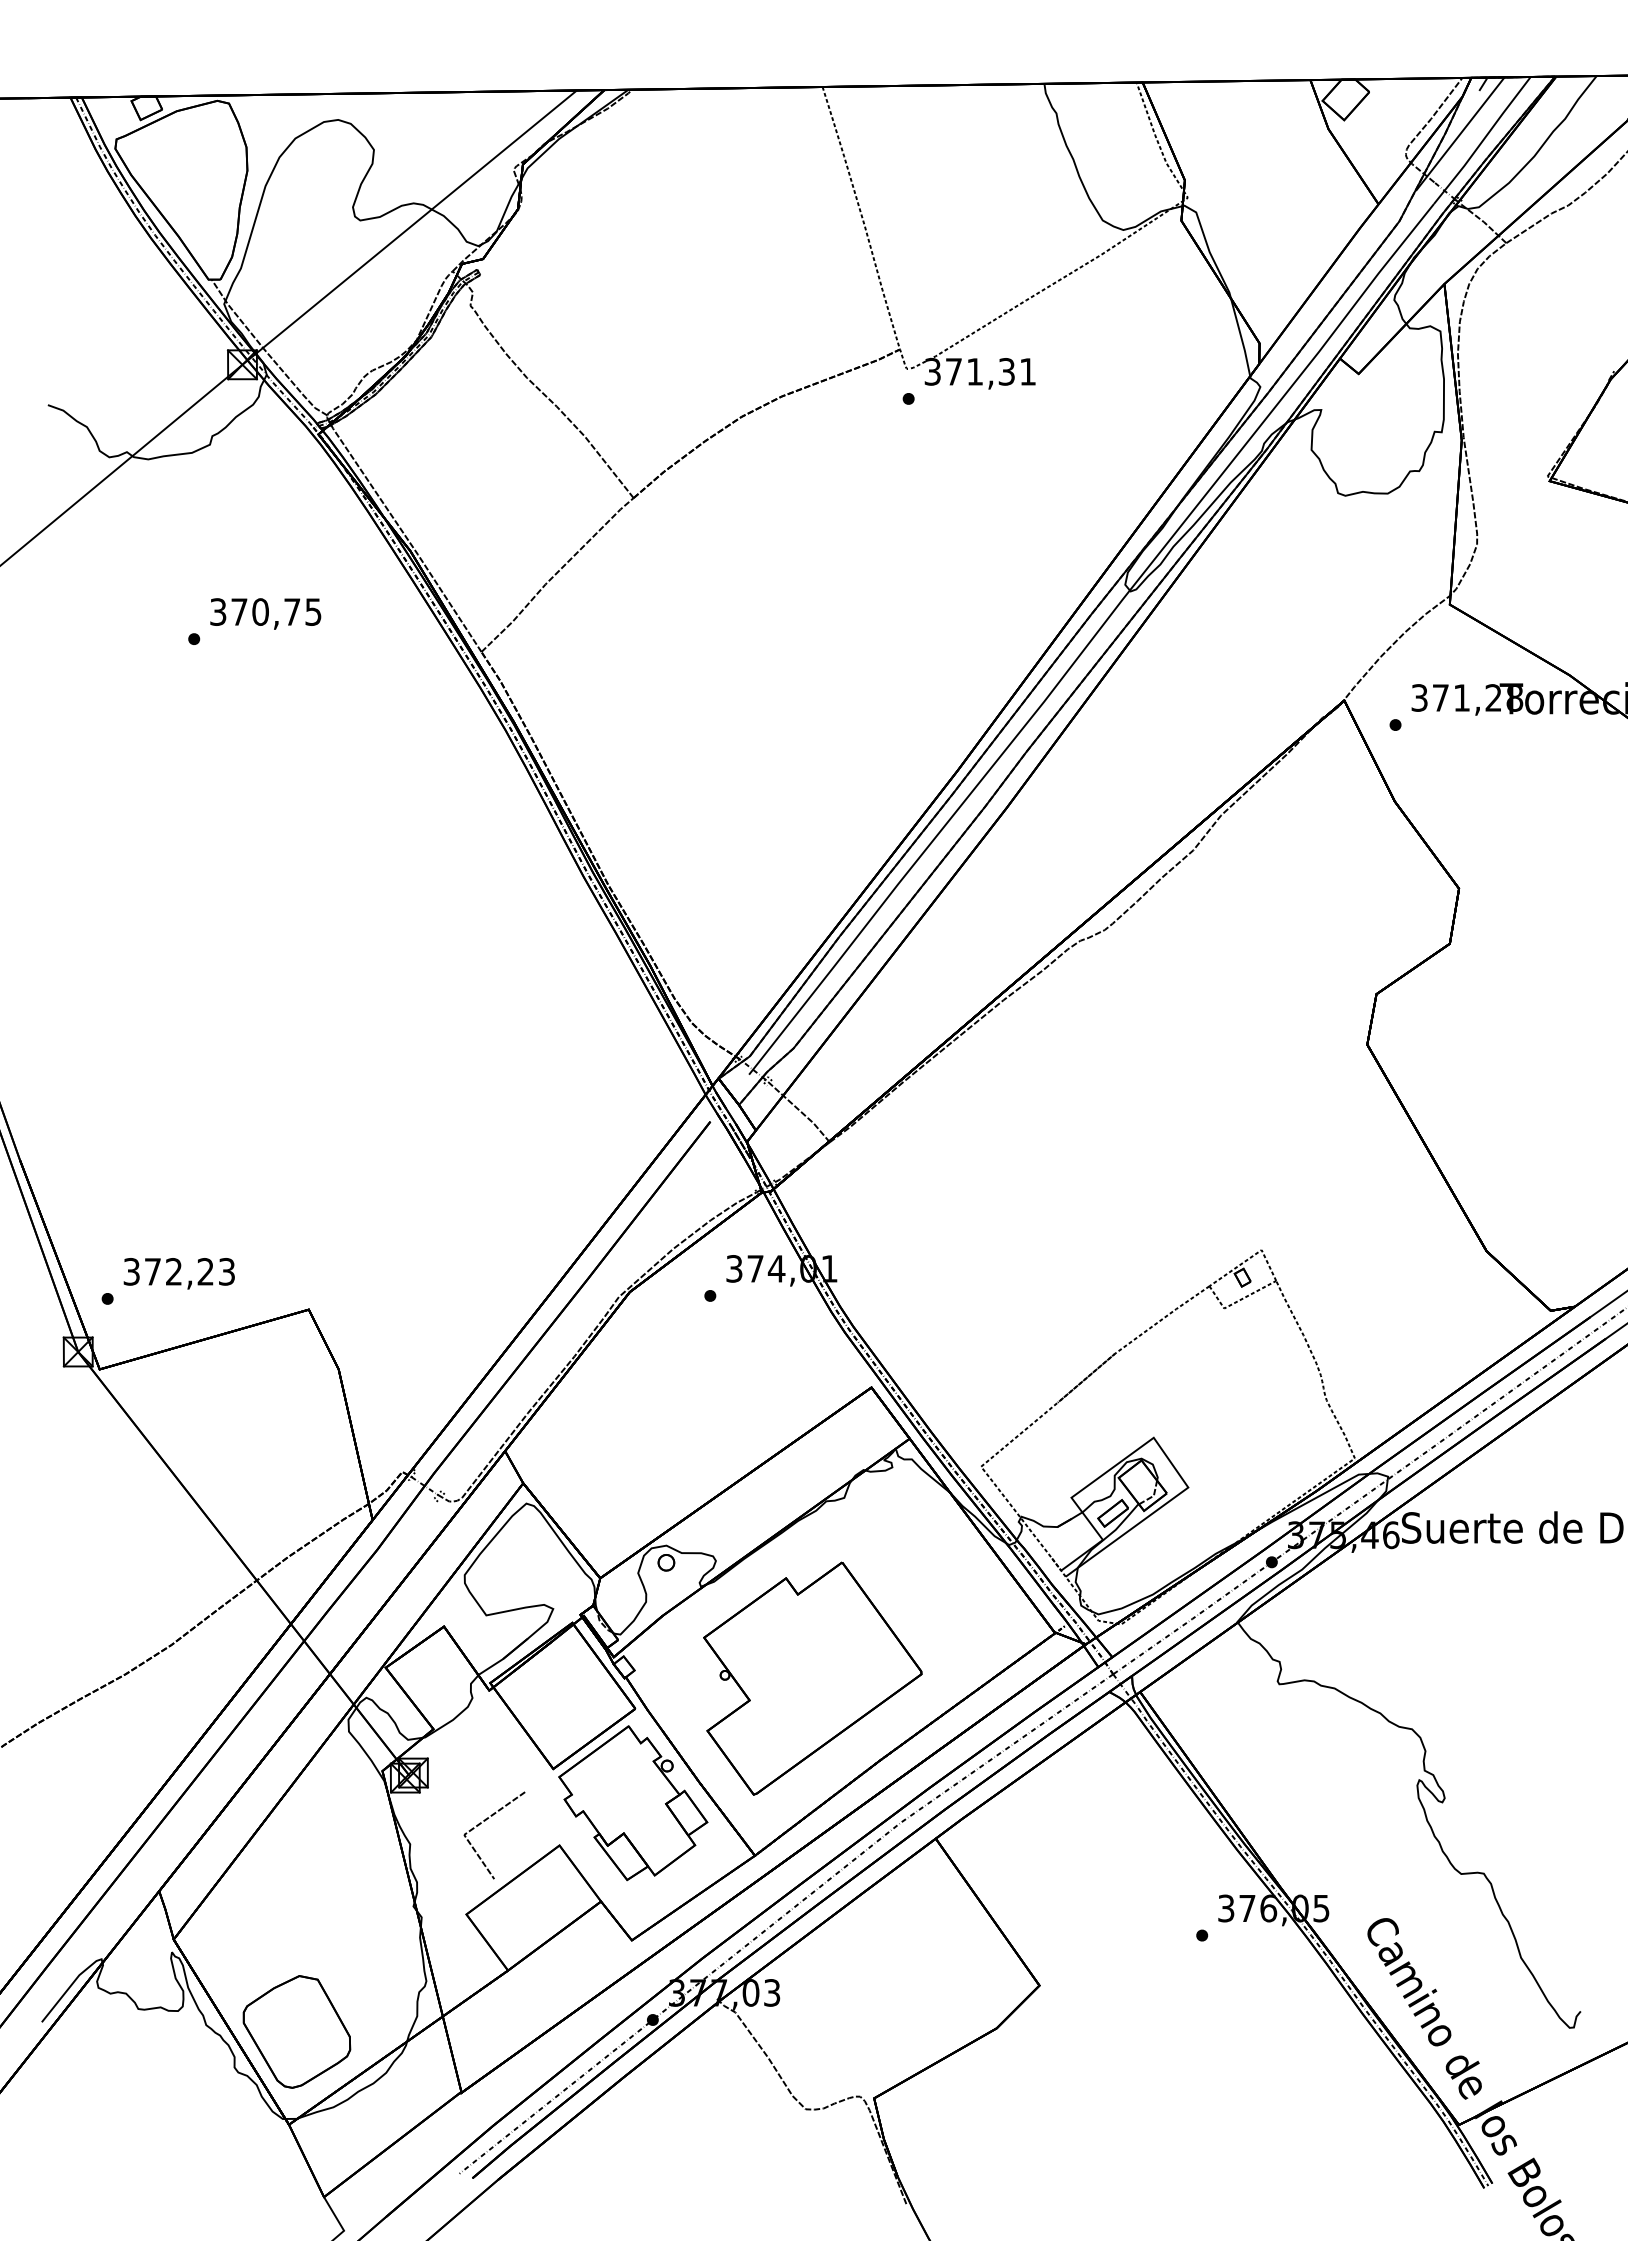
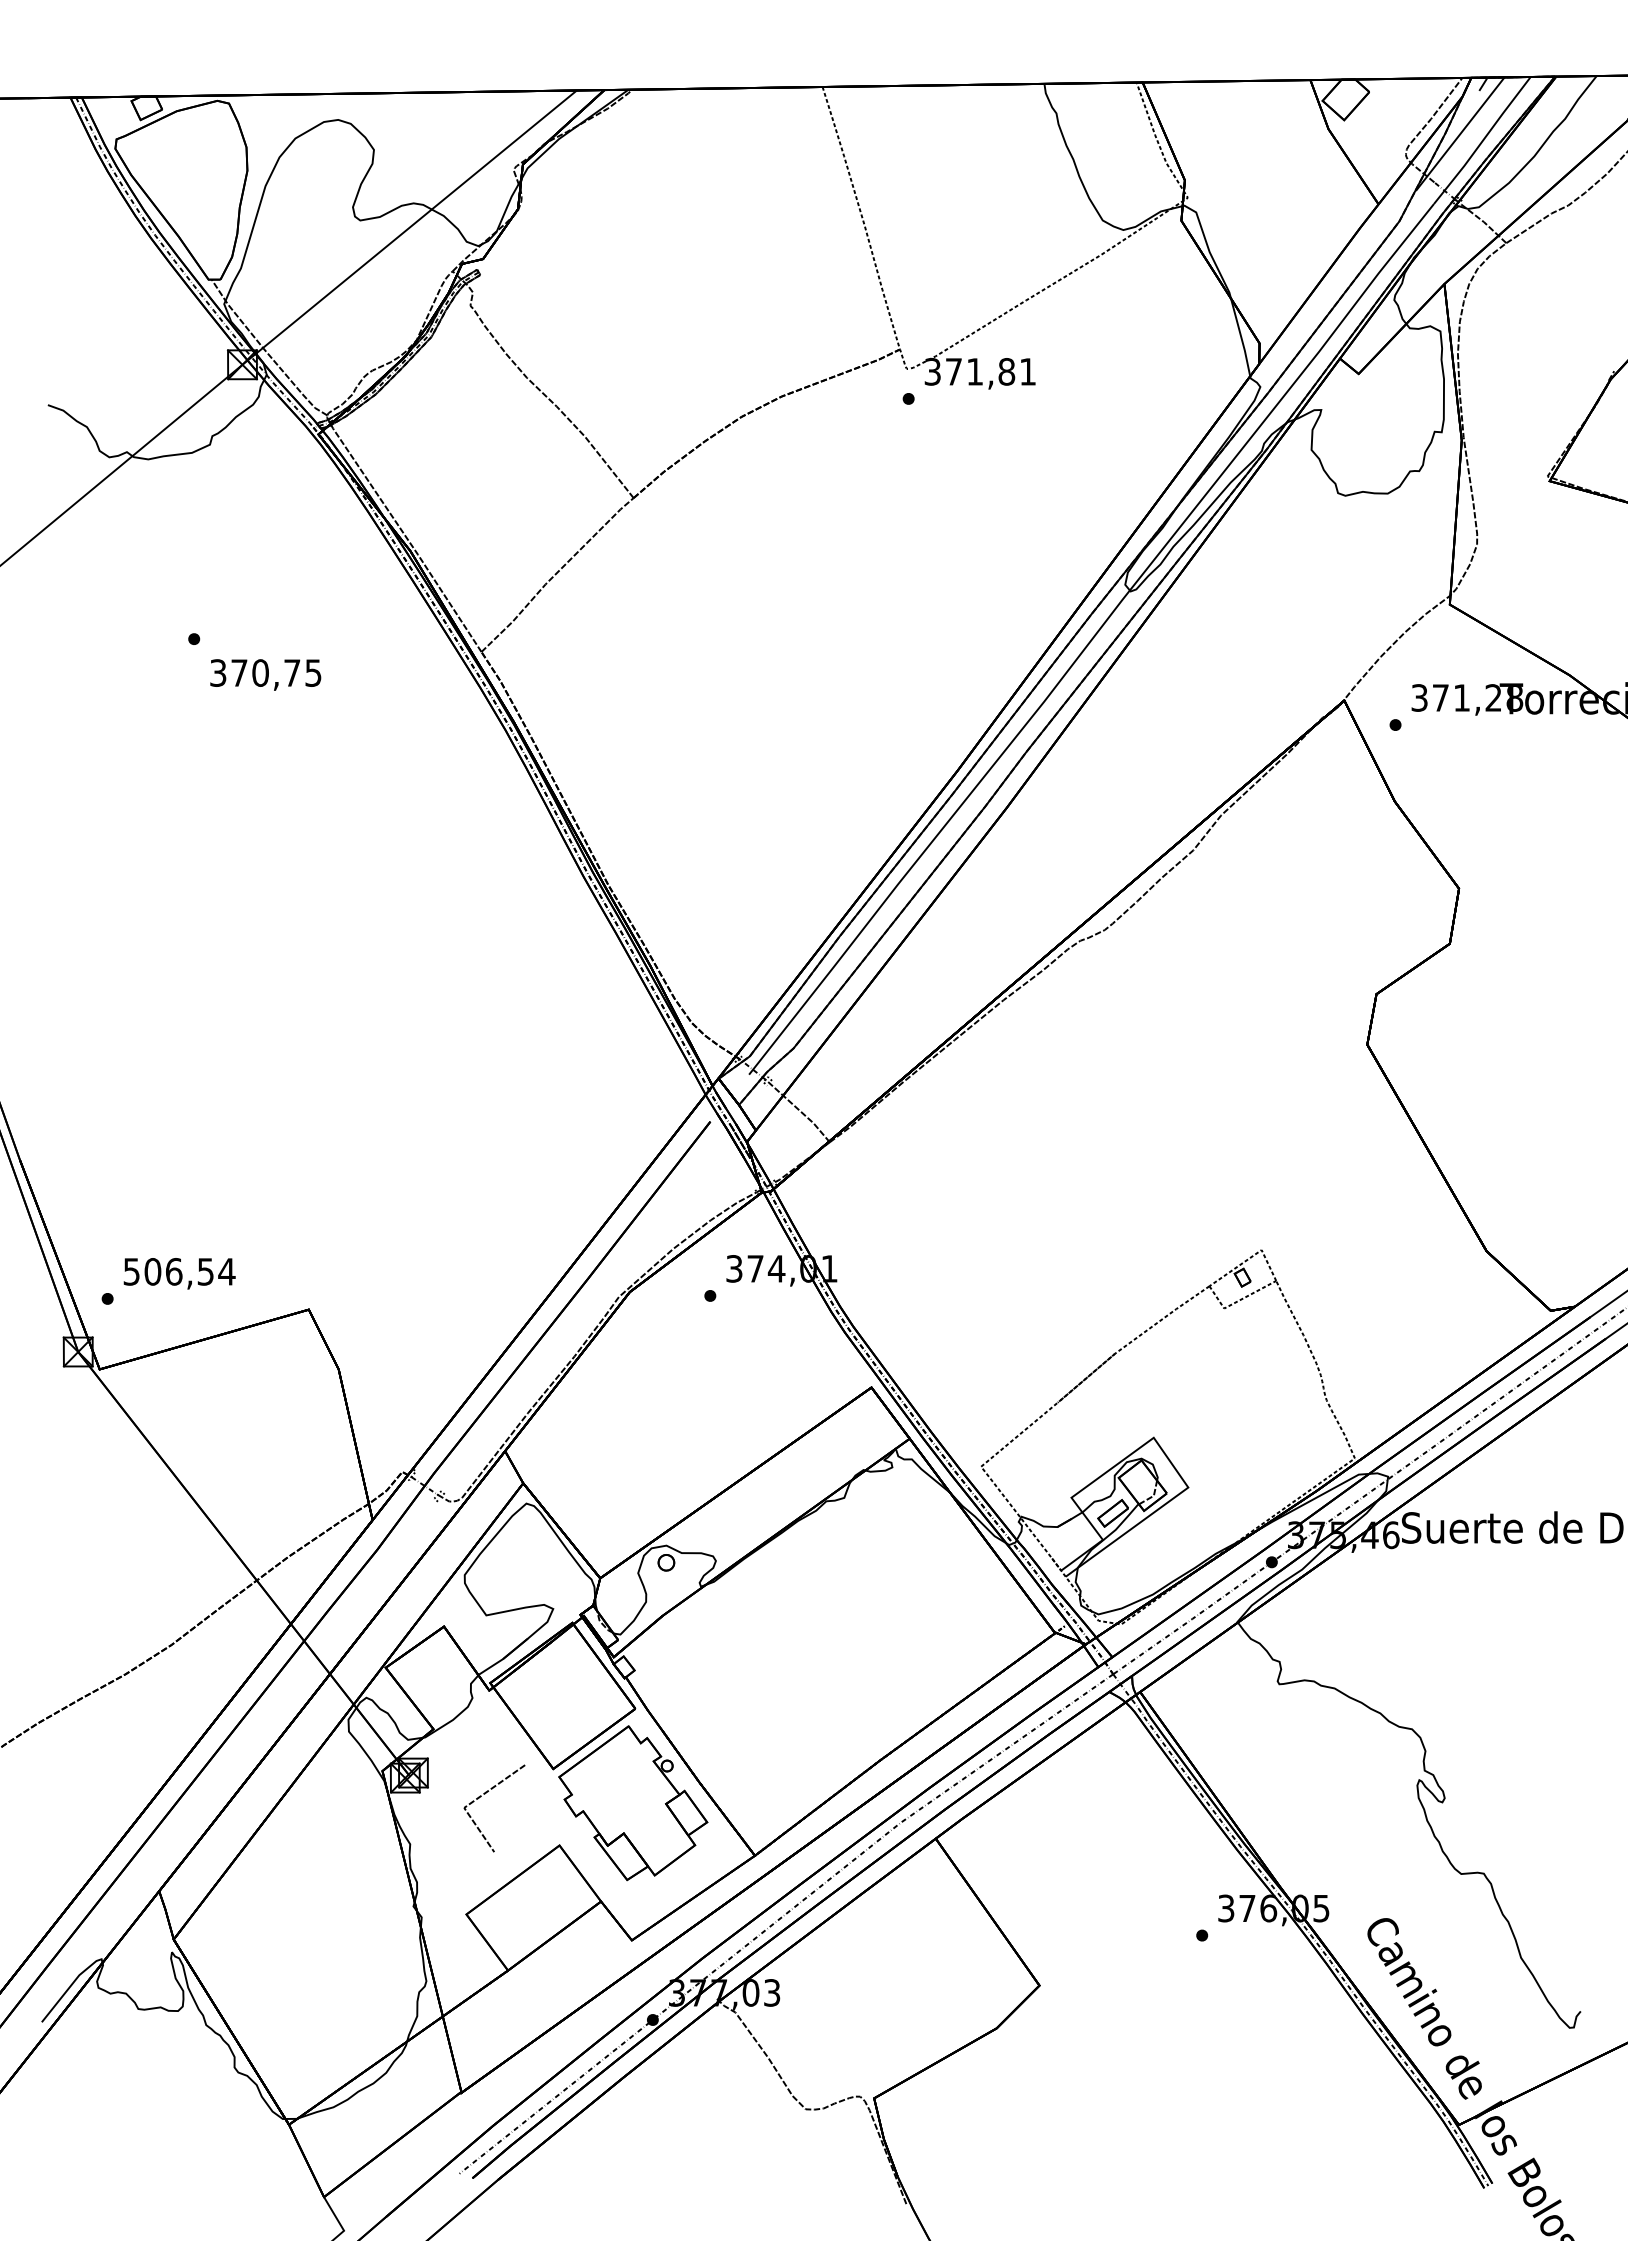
text at (1006, 371): 371,31 -> 371,81
text at (265, 613) position: (265, 613) -> (265, 674)
text at (179, 1271): 372,23 -> 506,54
part at (812, 1678): present -> none
line at (485, 1821) position: (485, 1821) -> (485, 1794)
part at (296, 2031): present -> none
